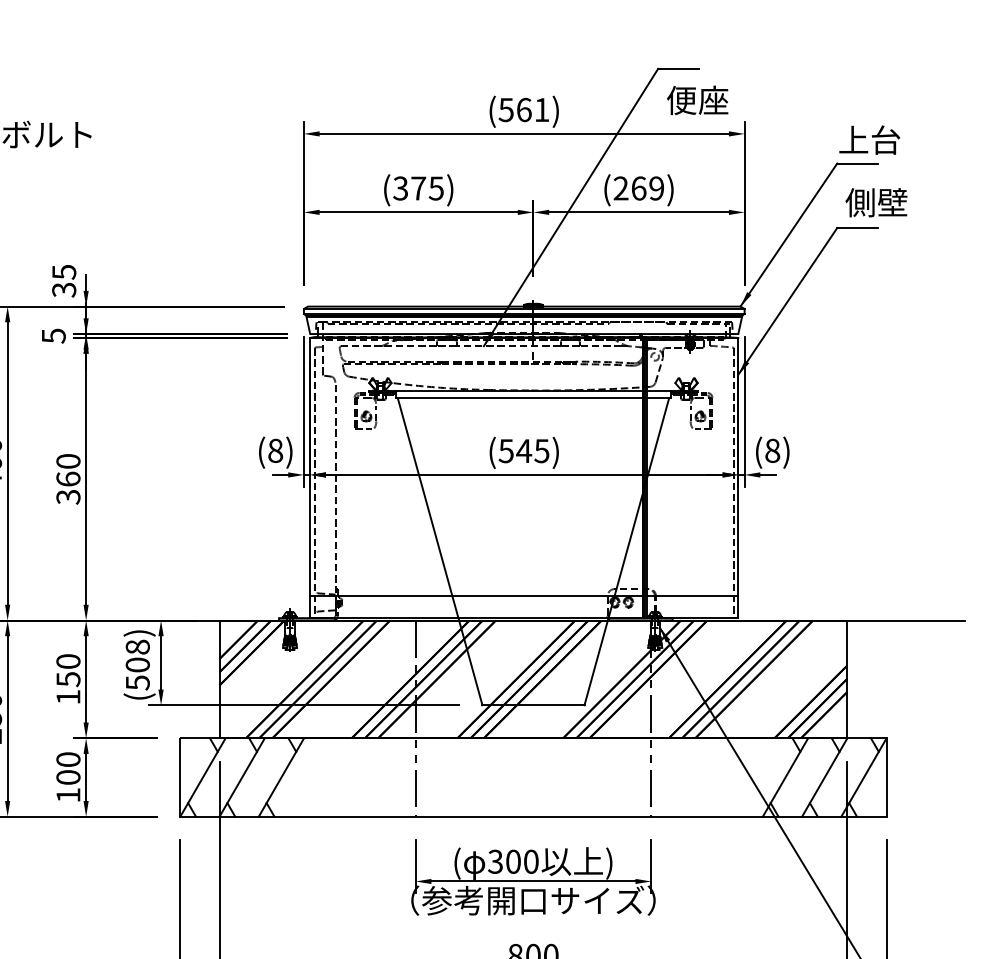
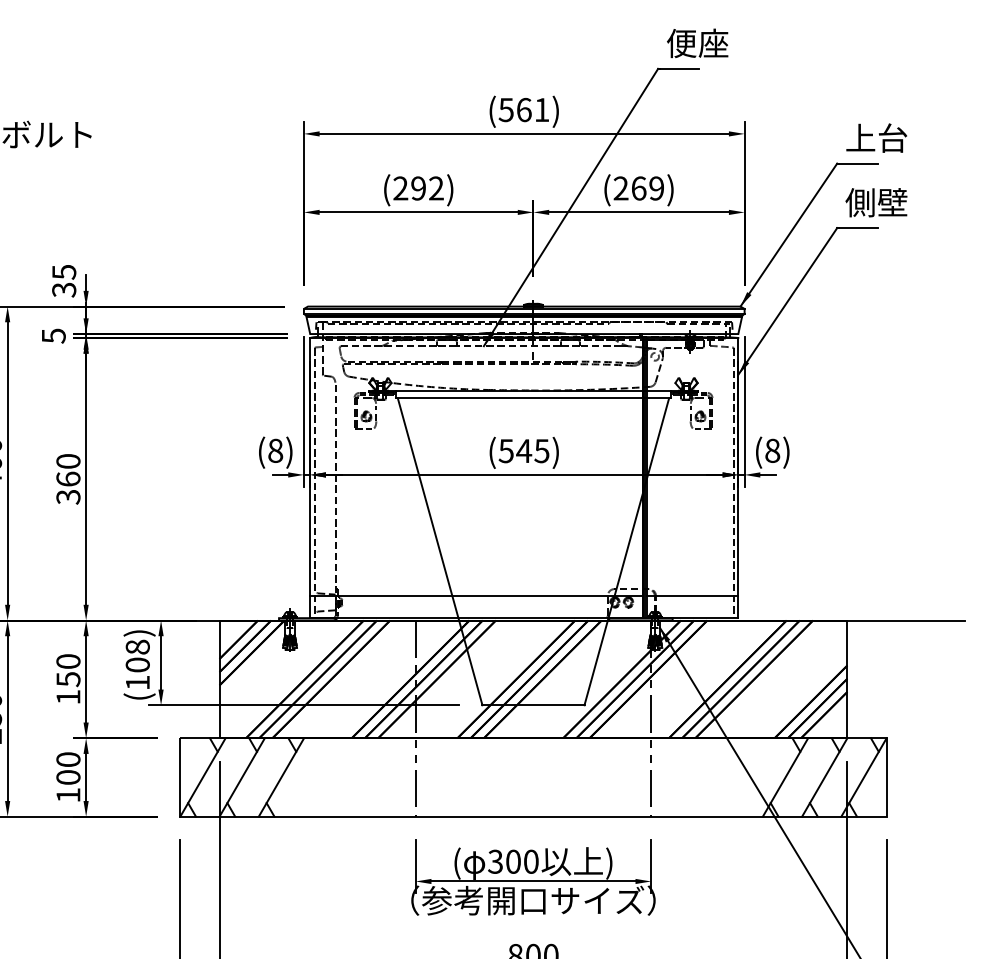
text at (697, 100) position: (697, 100) -> (697, 43)
text at (869, 139) position: (869, 139) -> (876, 137)
text at (418, 188): (375) -> (292)
text at (137, 682): (508) -> (108)
